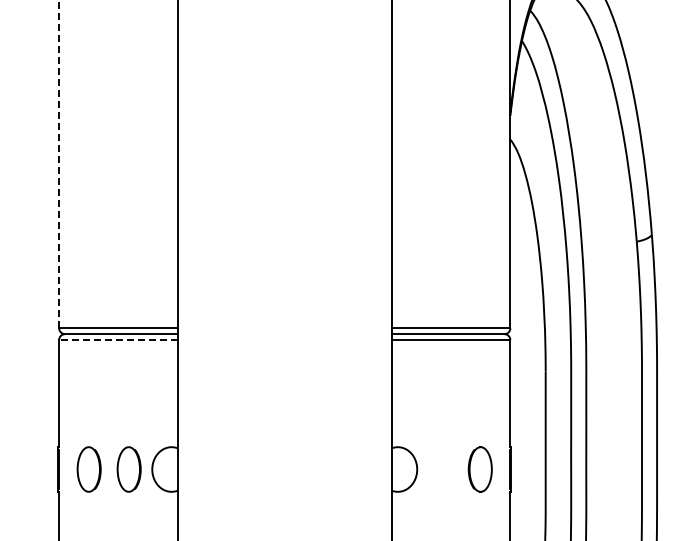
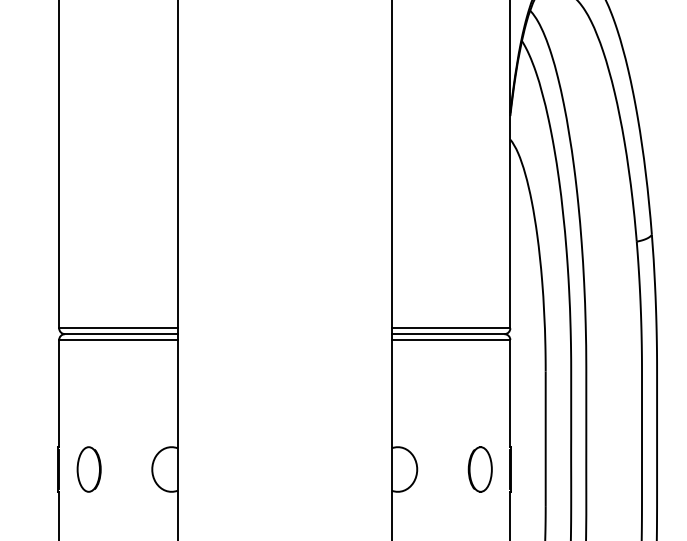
line at (59, 164): dashed -> solid
line at (117, 340): dashed -> solid
part at (128, 469): present -> none
